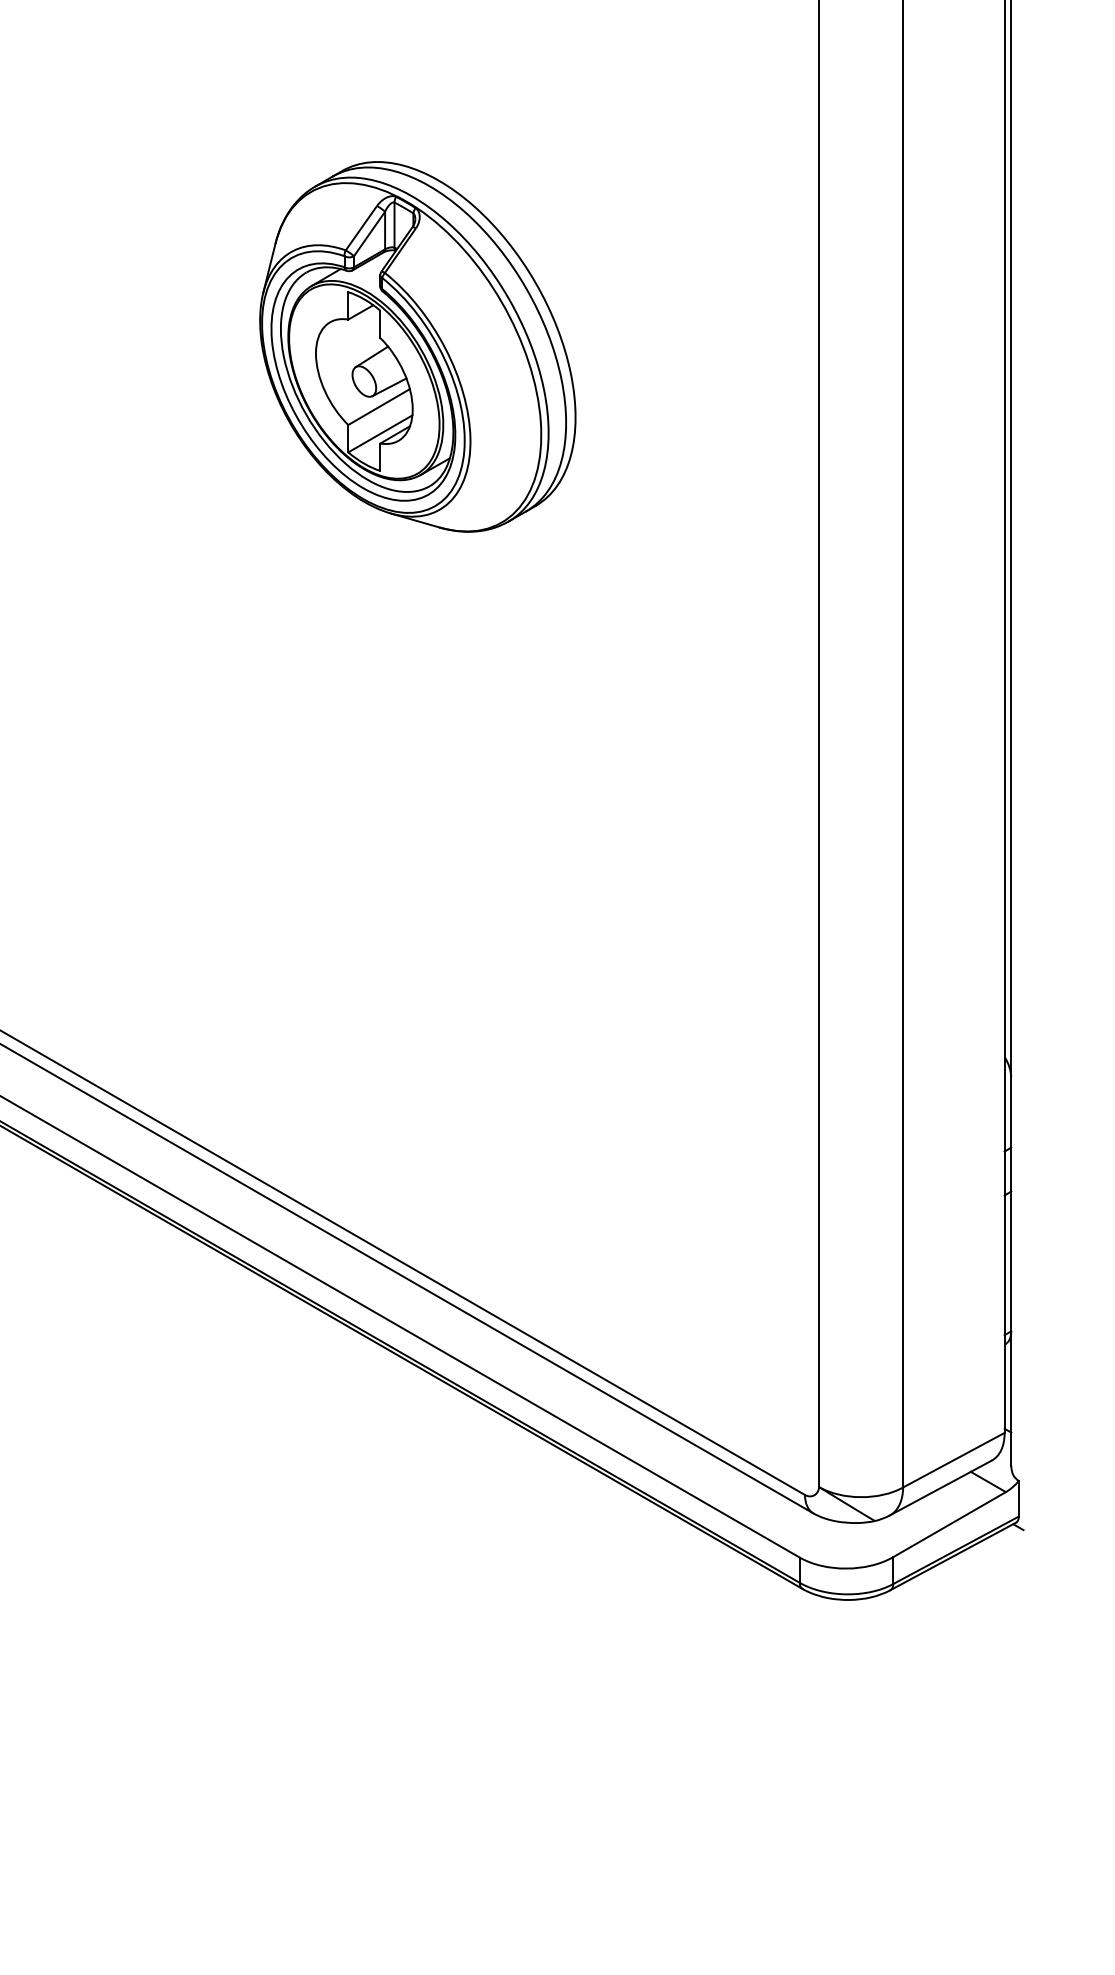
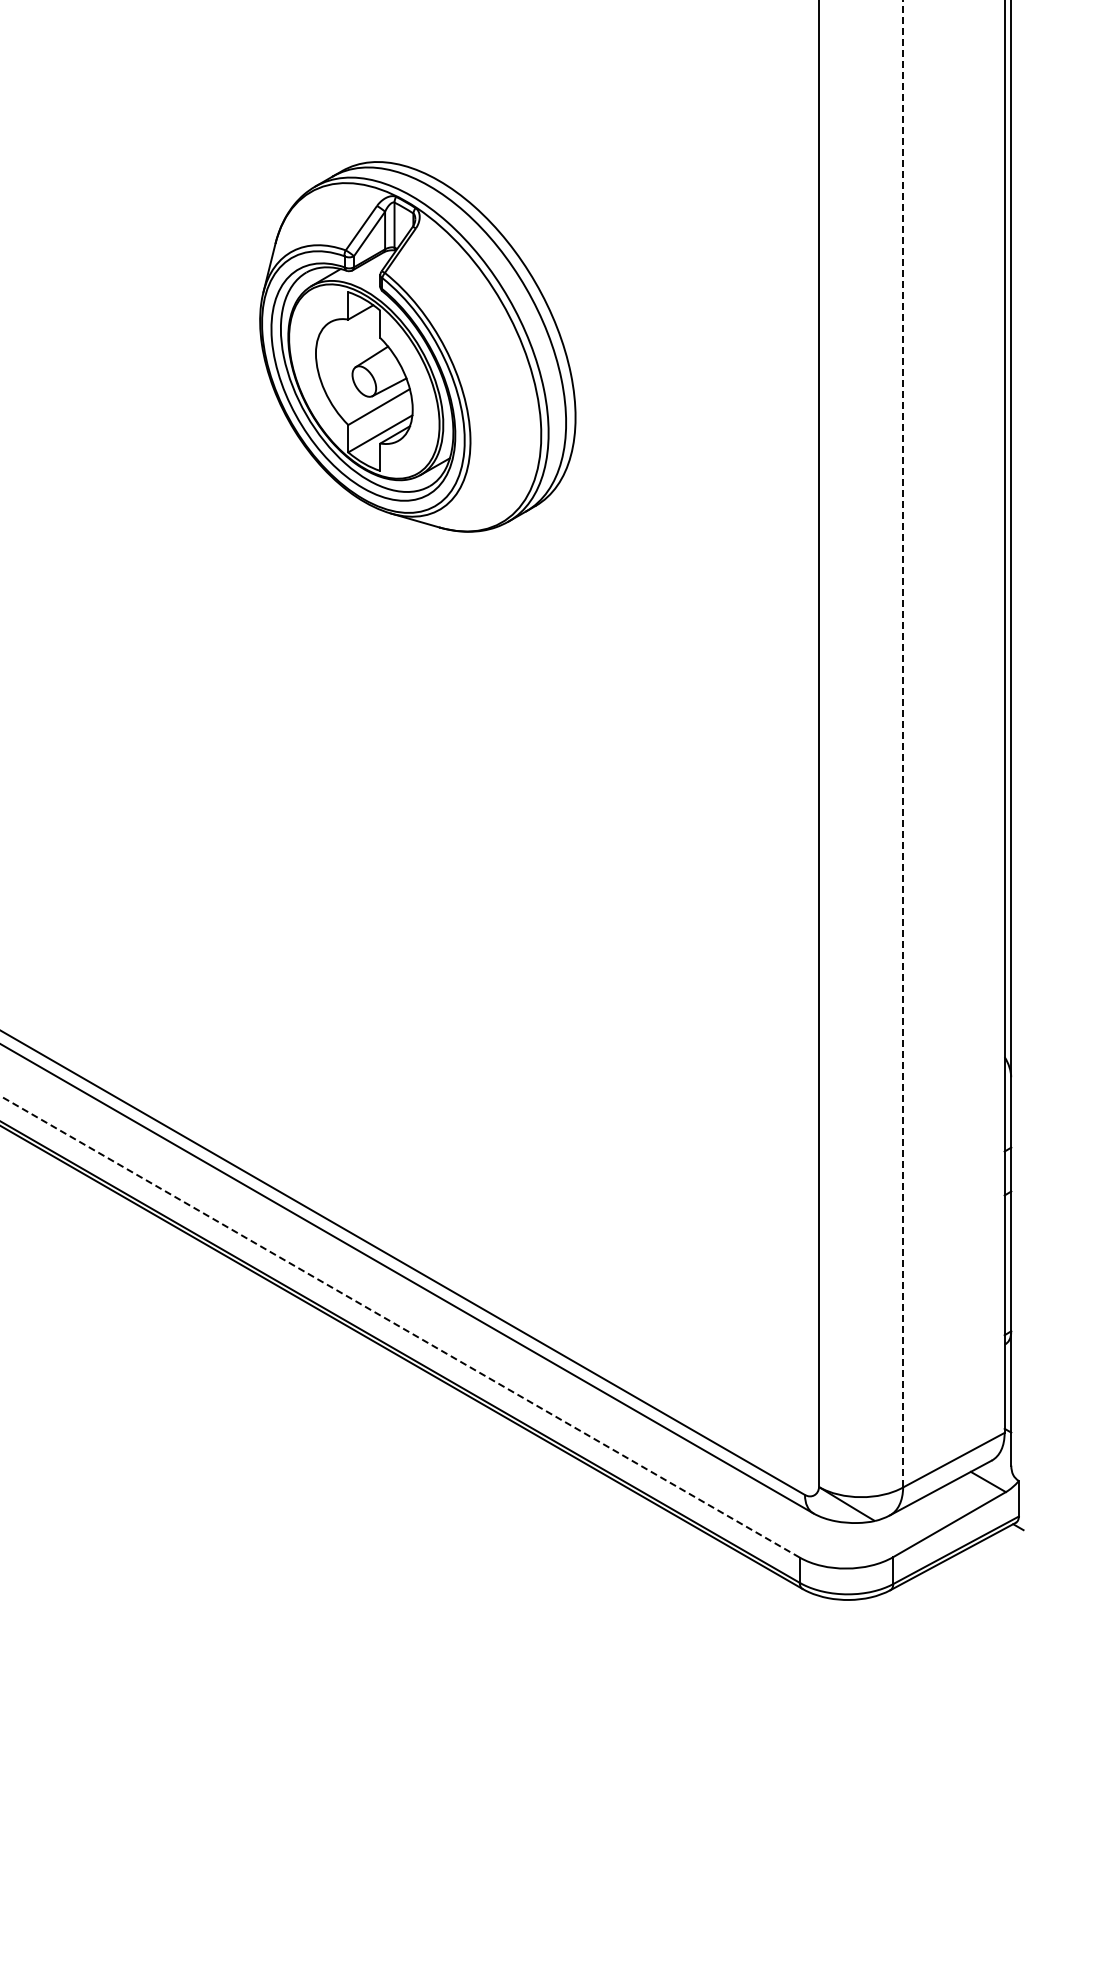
line at (903, 743): solid -> dashed
line at (399, 1326): solid -> dashed
